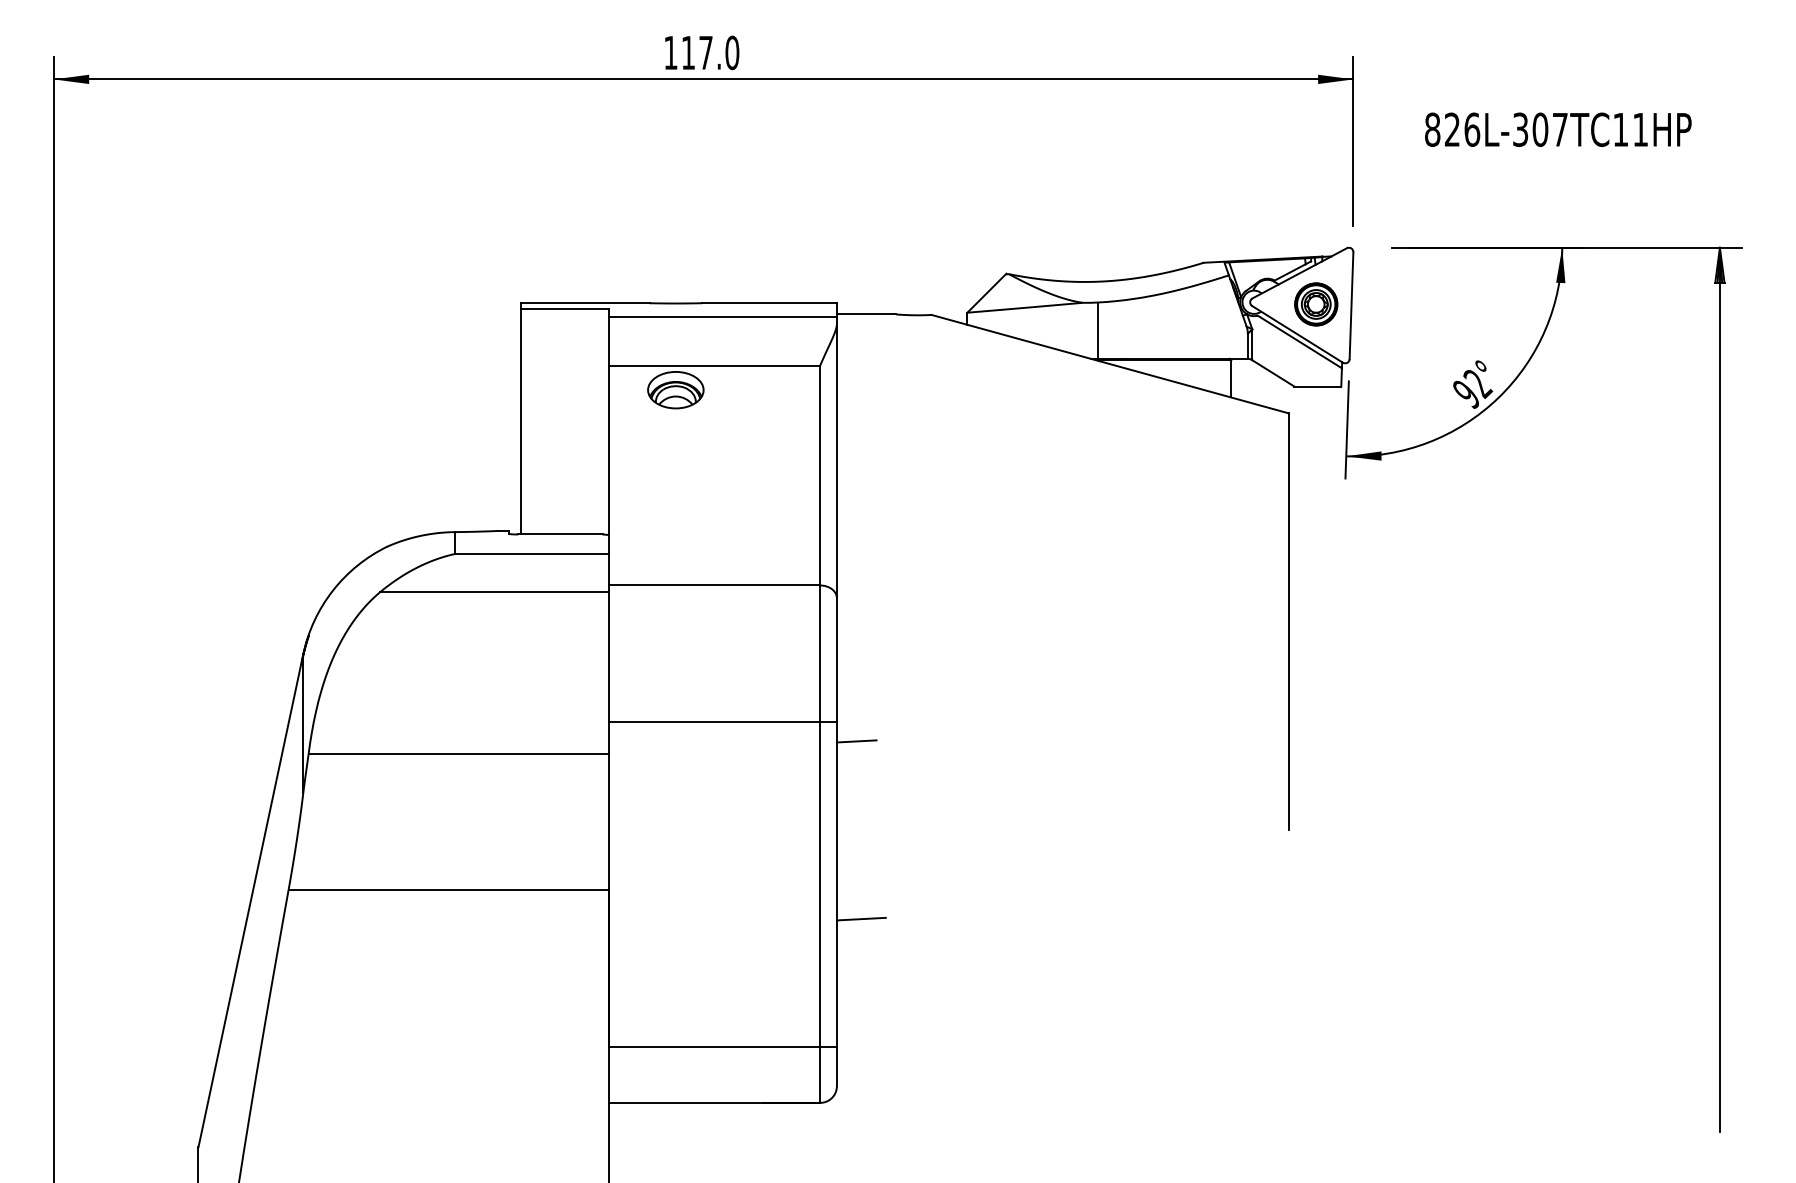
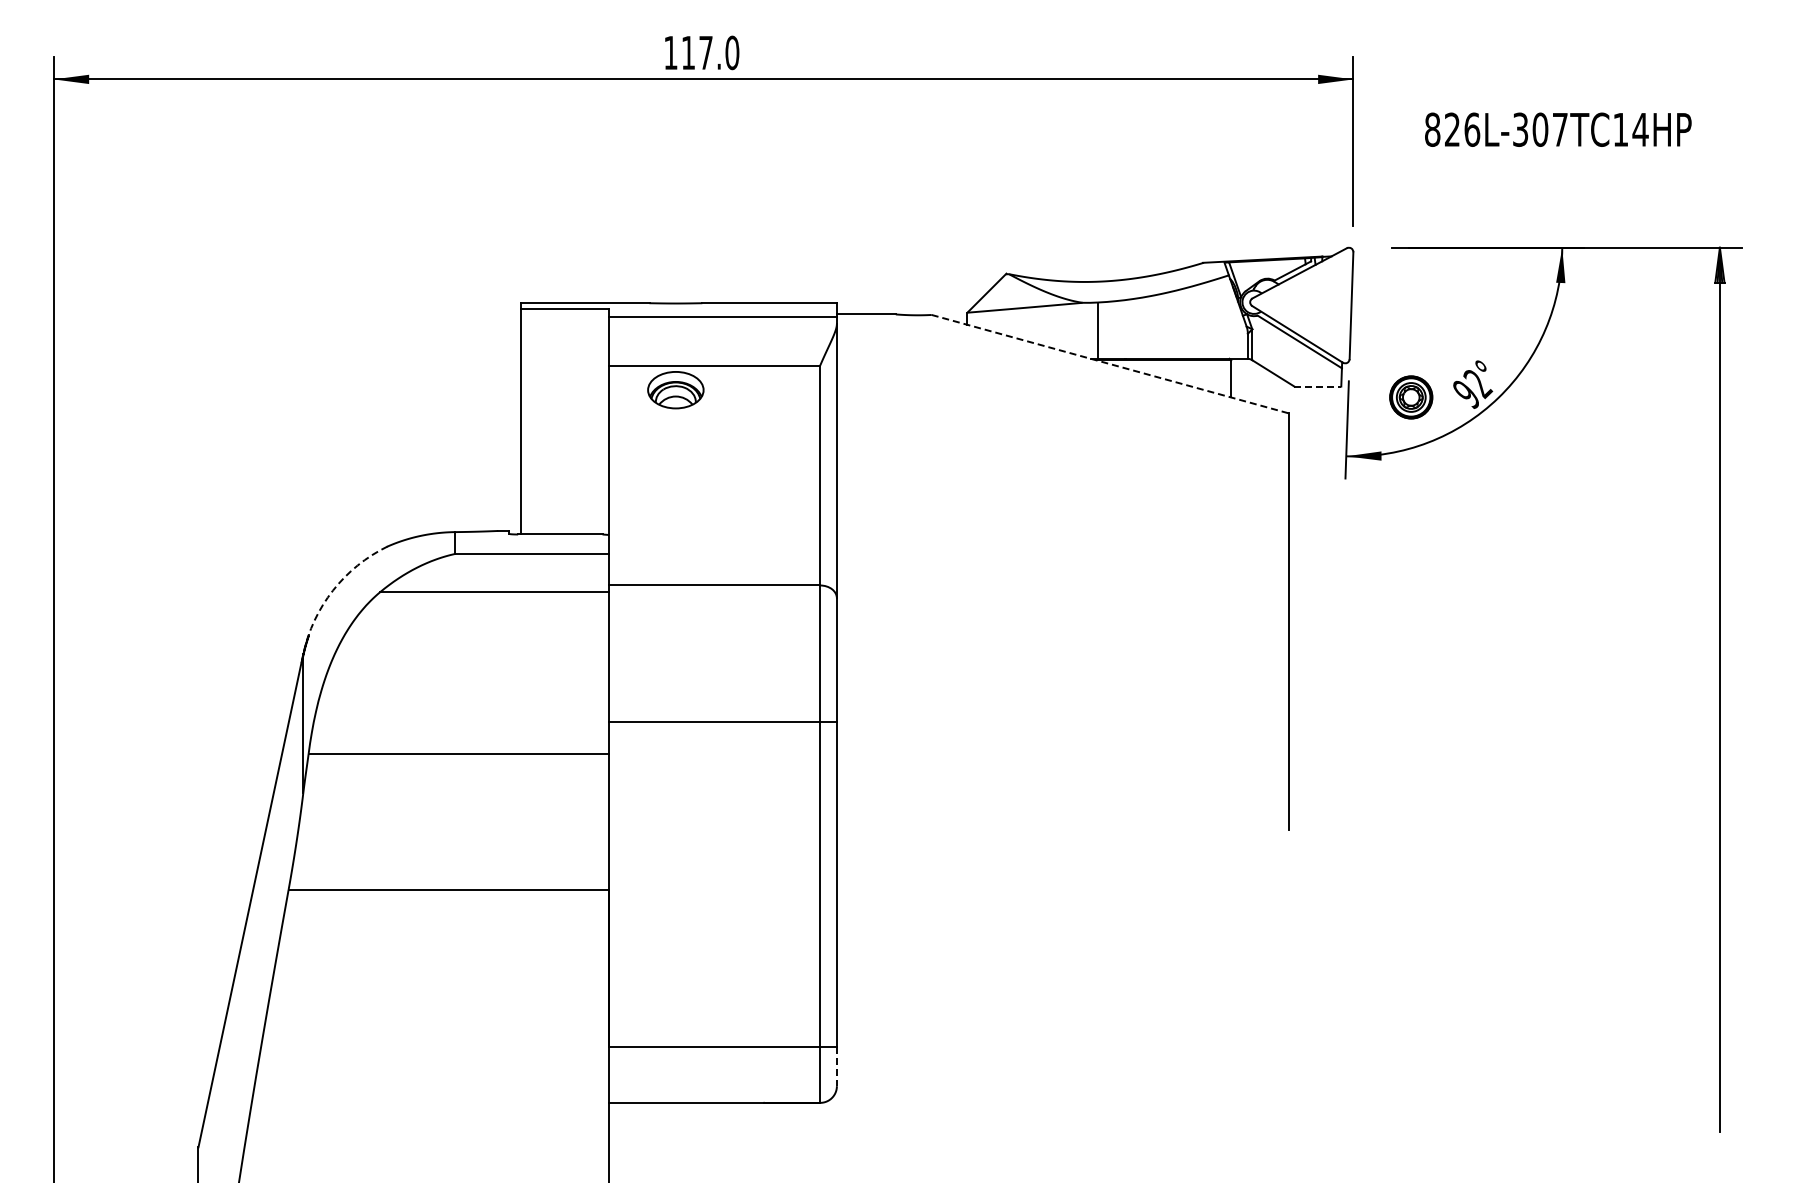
text at (1640, 129): 826L-307TC11HP -> 826L-307TC14HP
part at (1316, 304) position: (1316, 304) -> (1411, 397)
line at (1110, 364): solid -> dashed
line at (1318, 386): solid -> dashed
arc at (333, 590): solid -> dashed
line at (856, 741): present -> none
line at (860, 918): present -> none
line at (836, 1067): solid -> dashed
